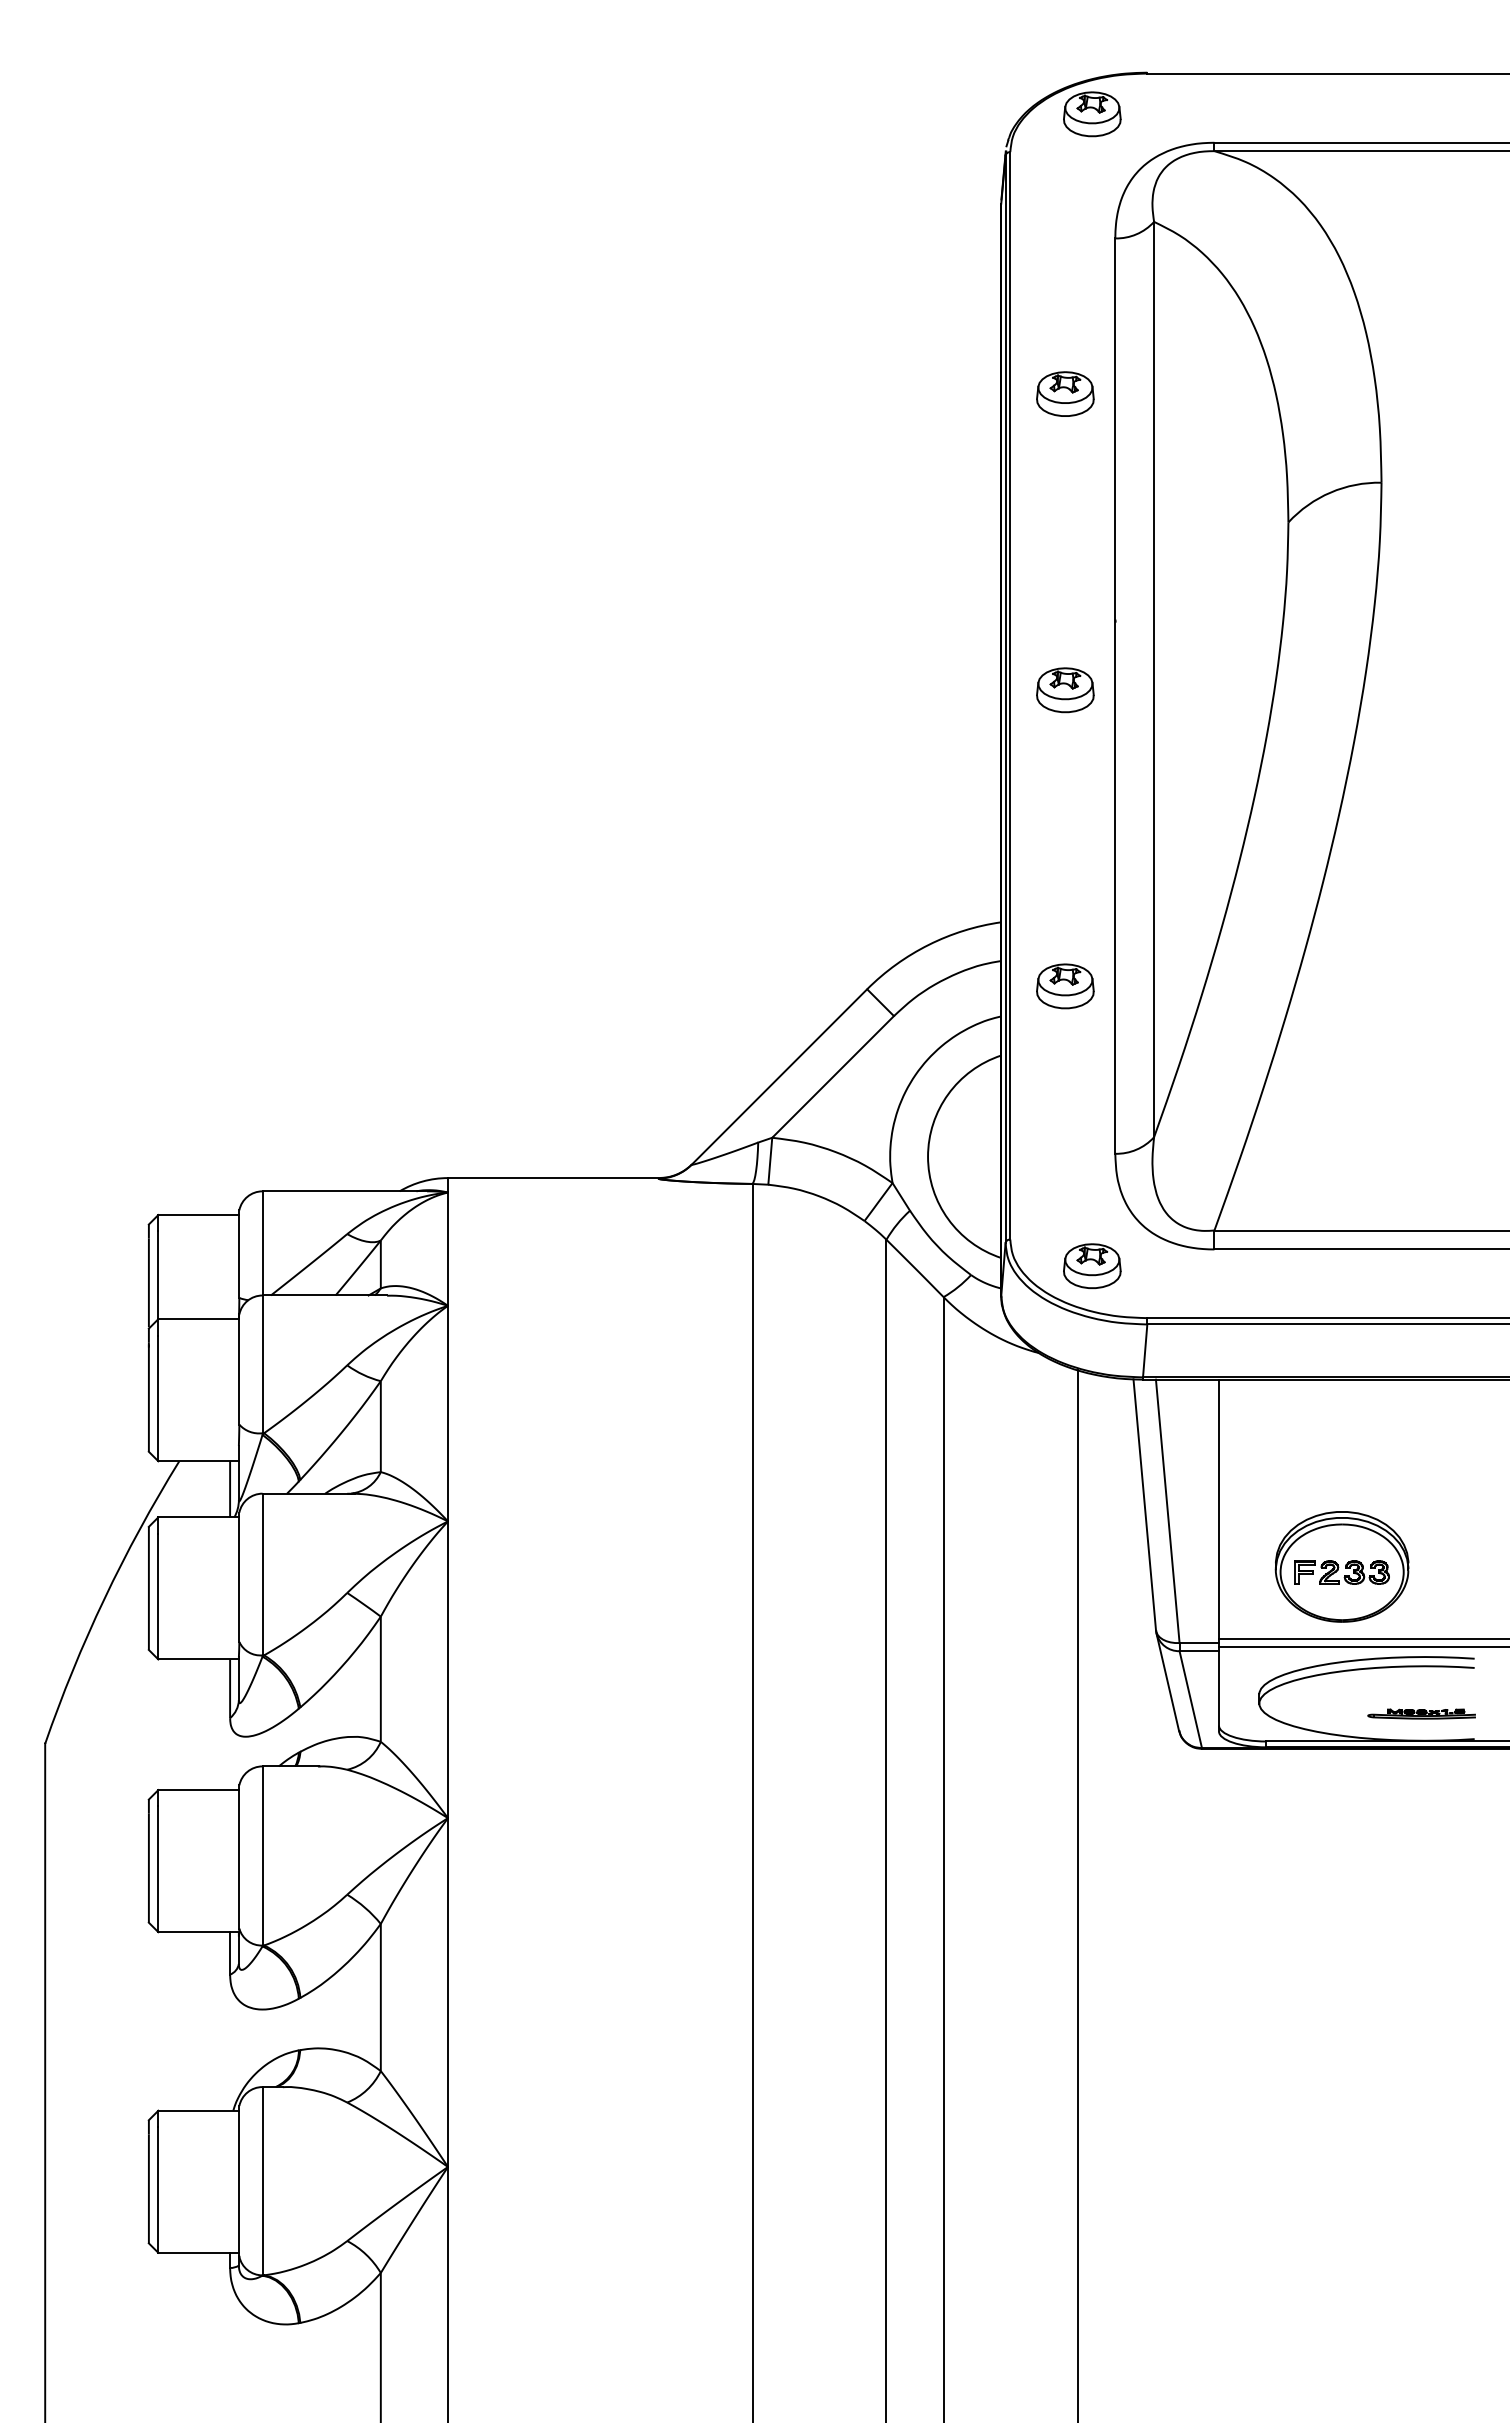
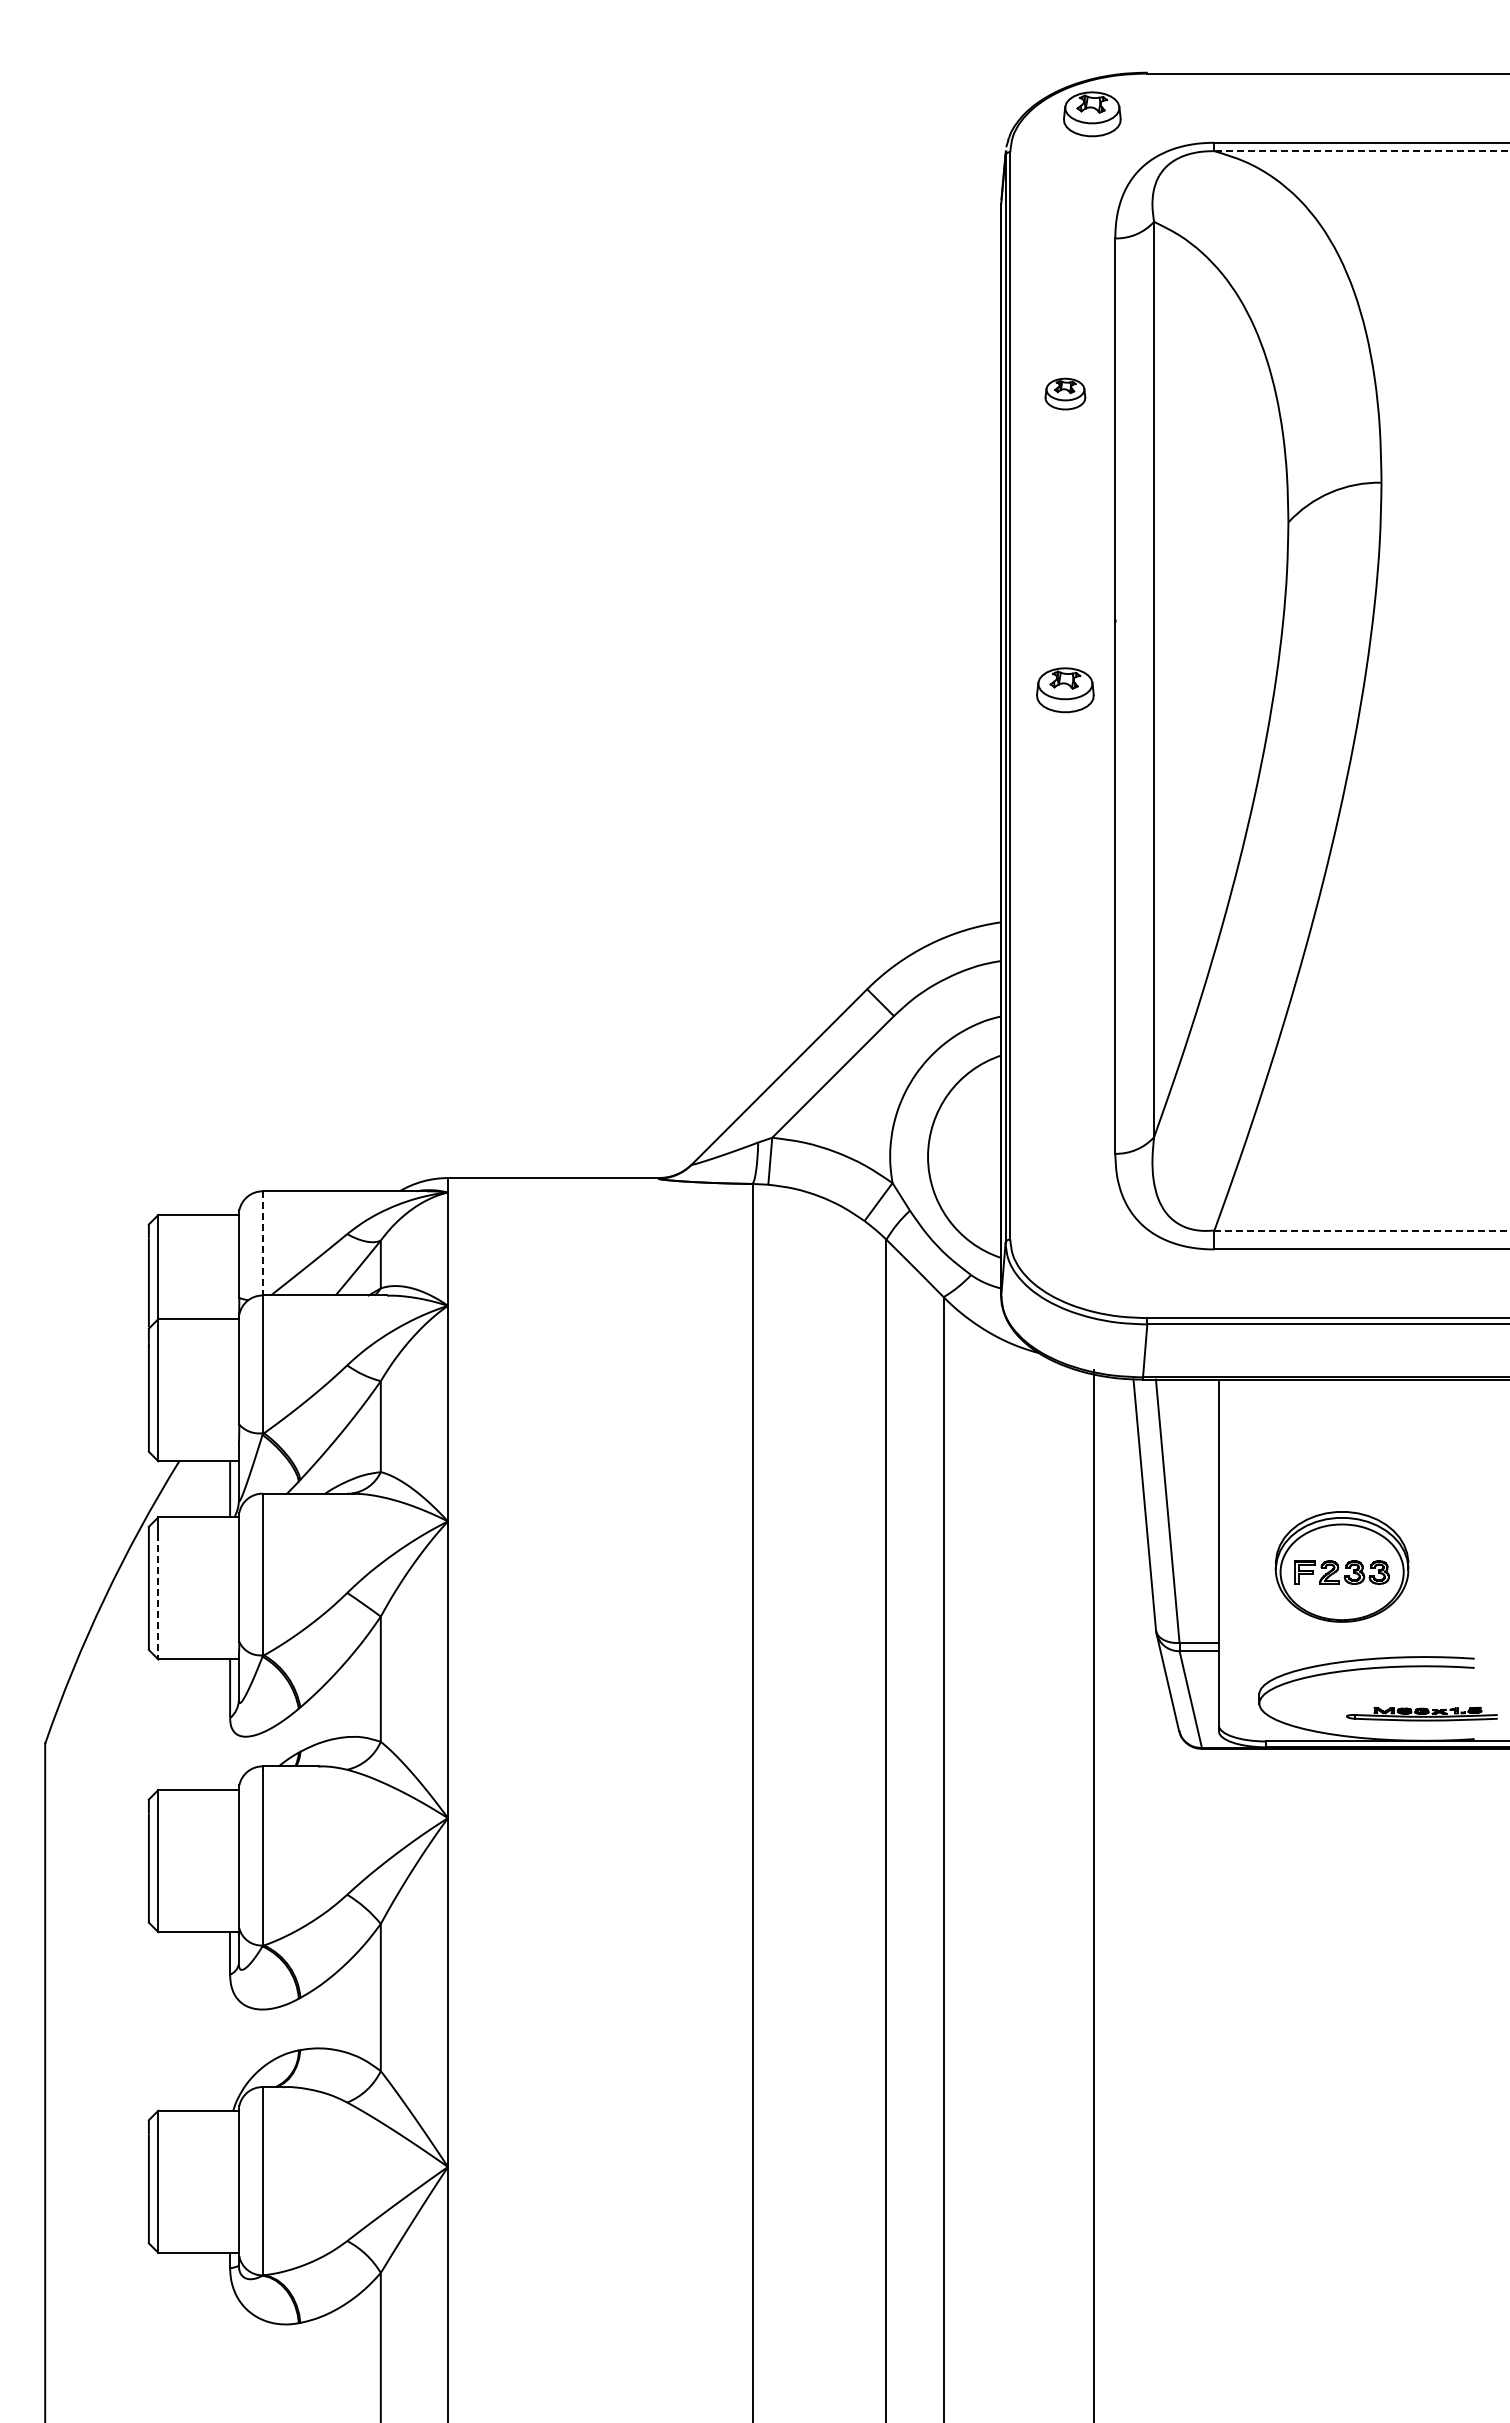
line at (1361, 151): solid -> dashed
part at (1065, 393) size: 59x46 px -> 43x34 px
part at (1065, 986): present -> none
line at (1362, 1230): solid -> dashed
line at (262, 1243): solid -> dashed
part at (1092, 1265): present -> none
line at (158, 1596): solid -> dashed
line at (1362, 1638): present -> none
line at (1362, 1646): present -> none
part at (1421, 1713) size: 109x12 px -> 152x16 px
line at (1077, 1894) position: (1077, 1894) -> (1093, 1894)
